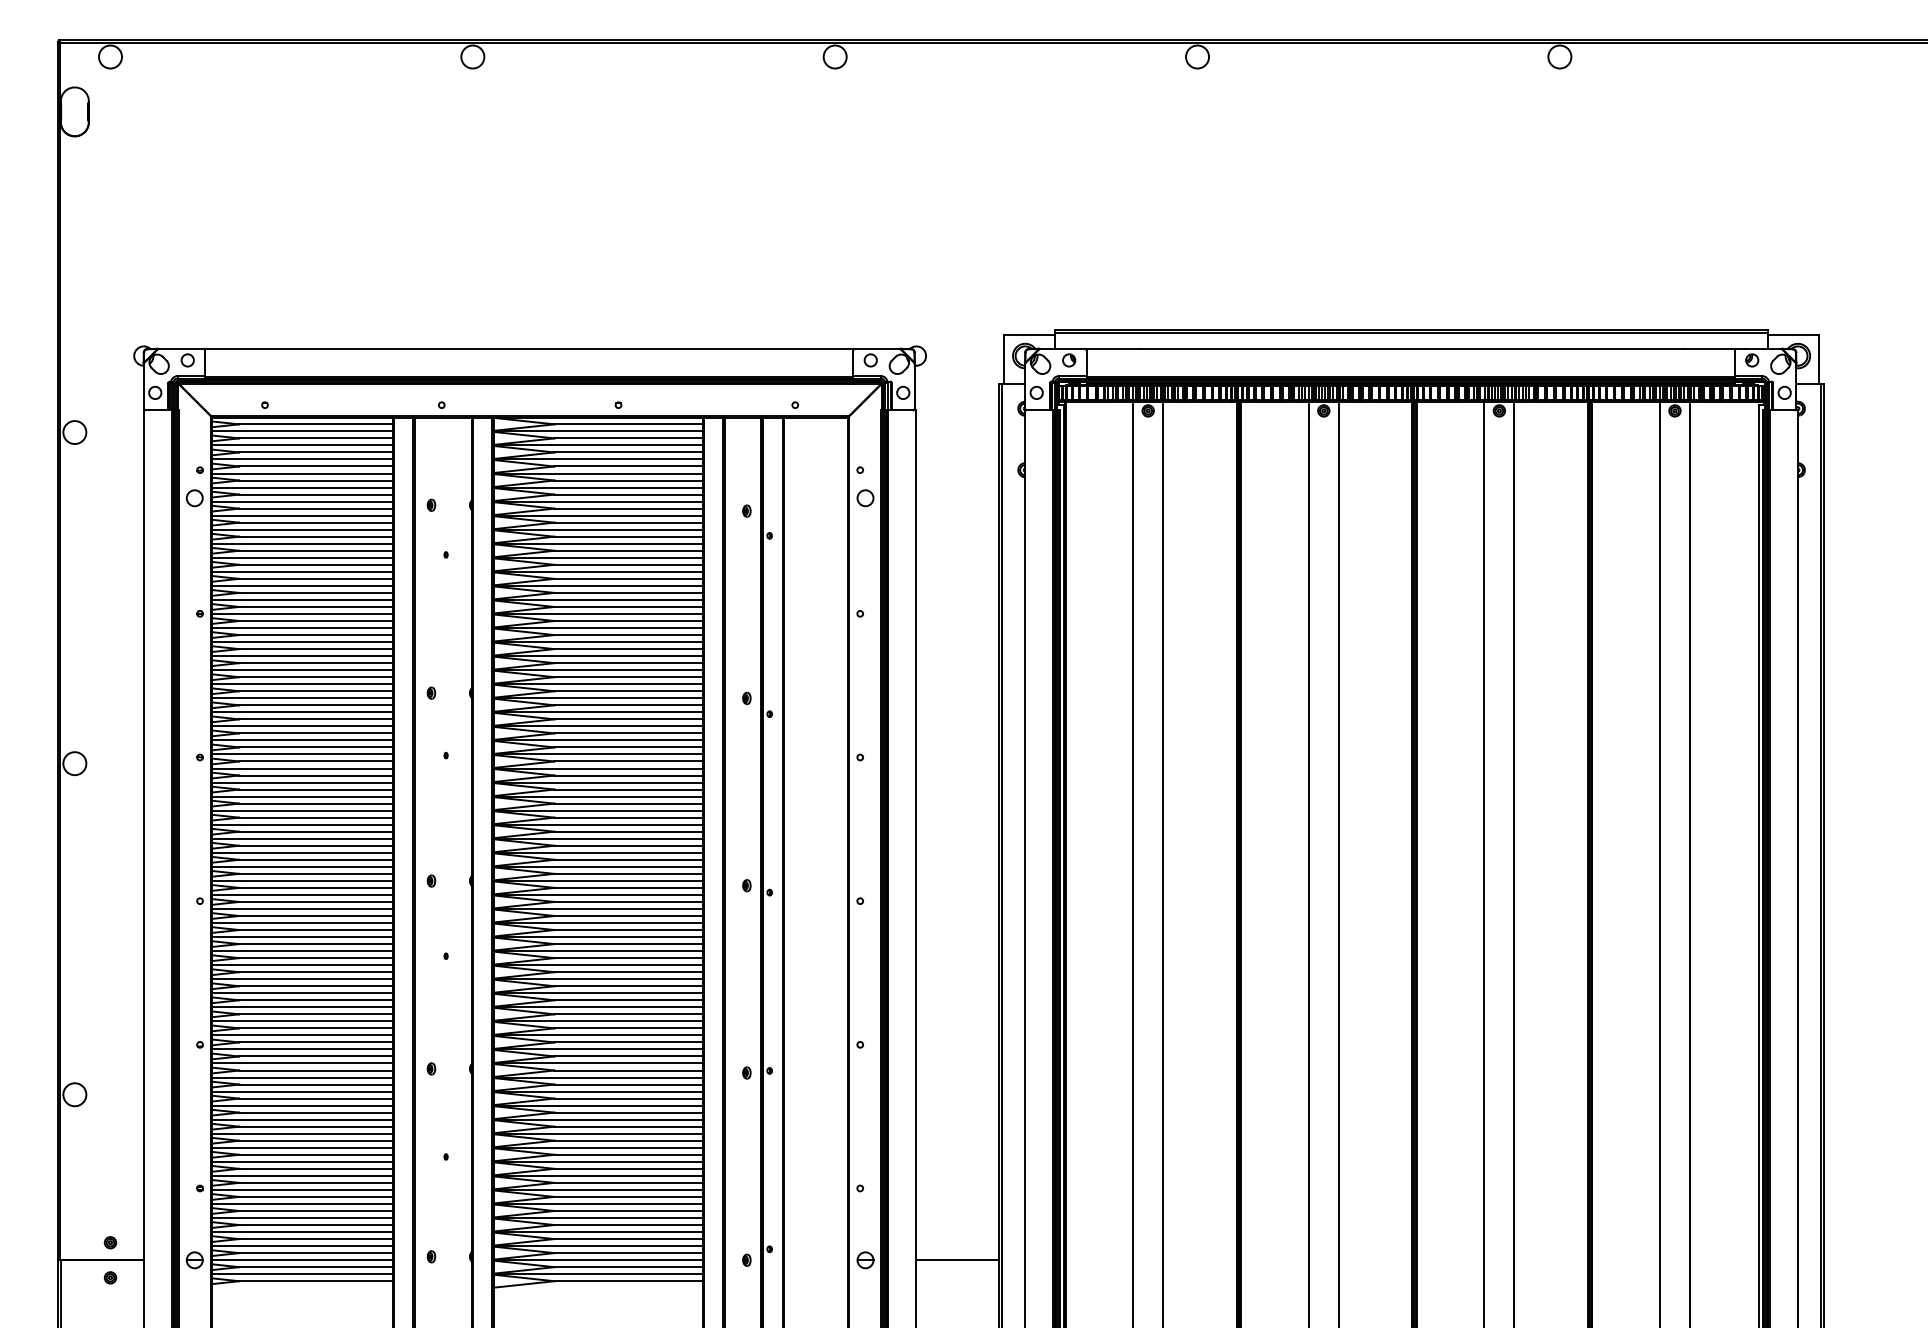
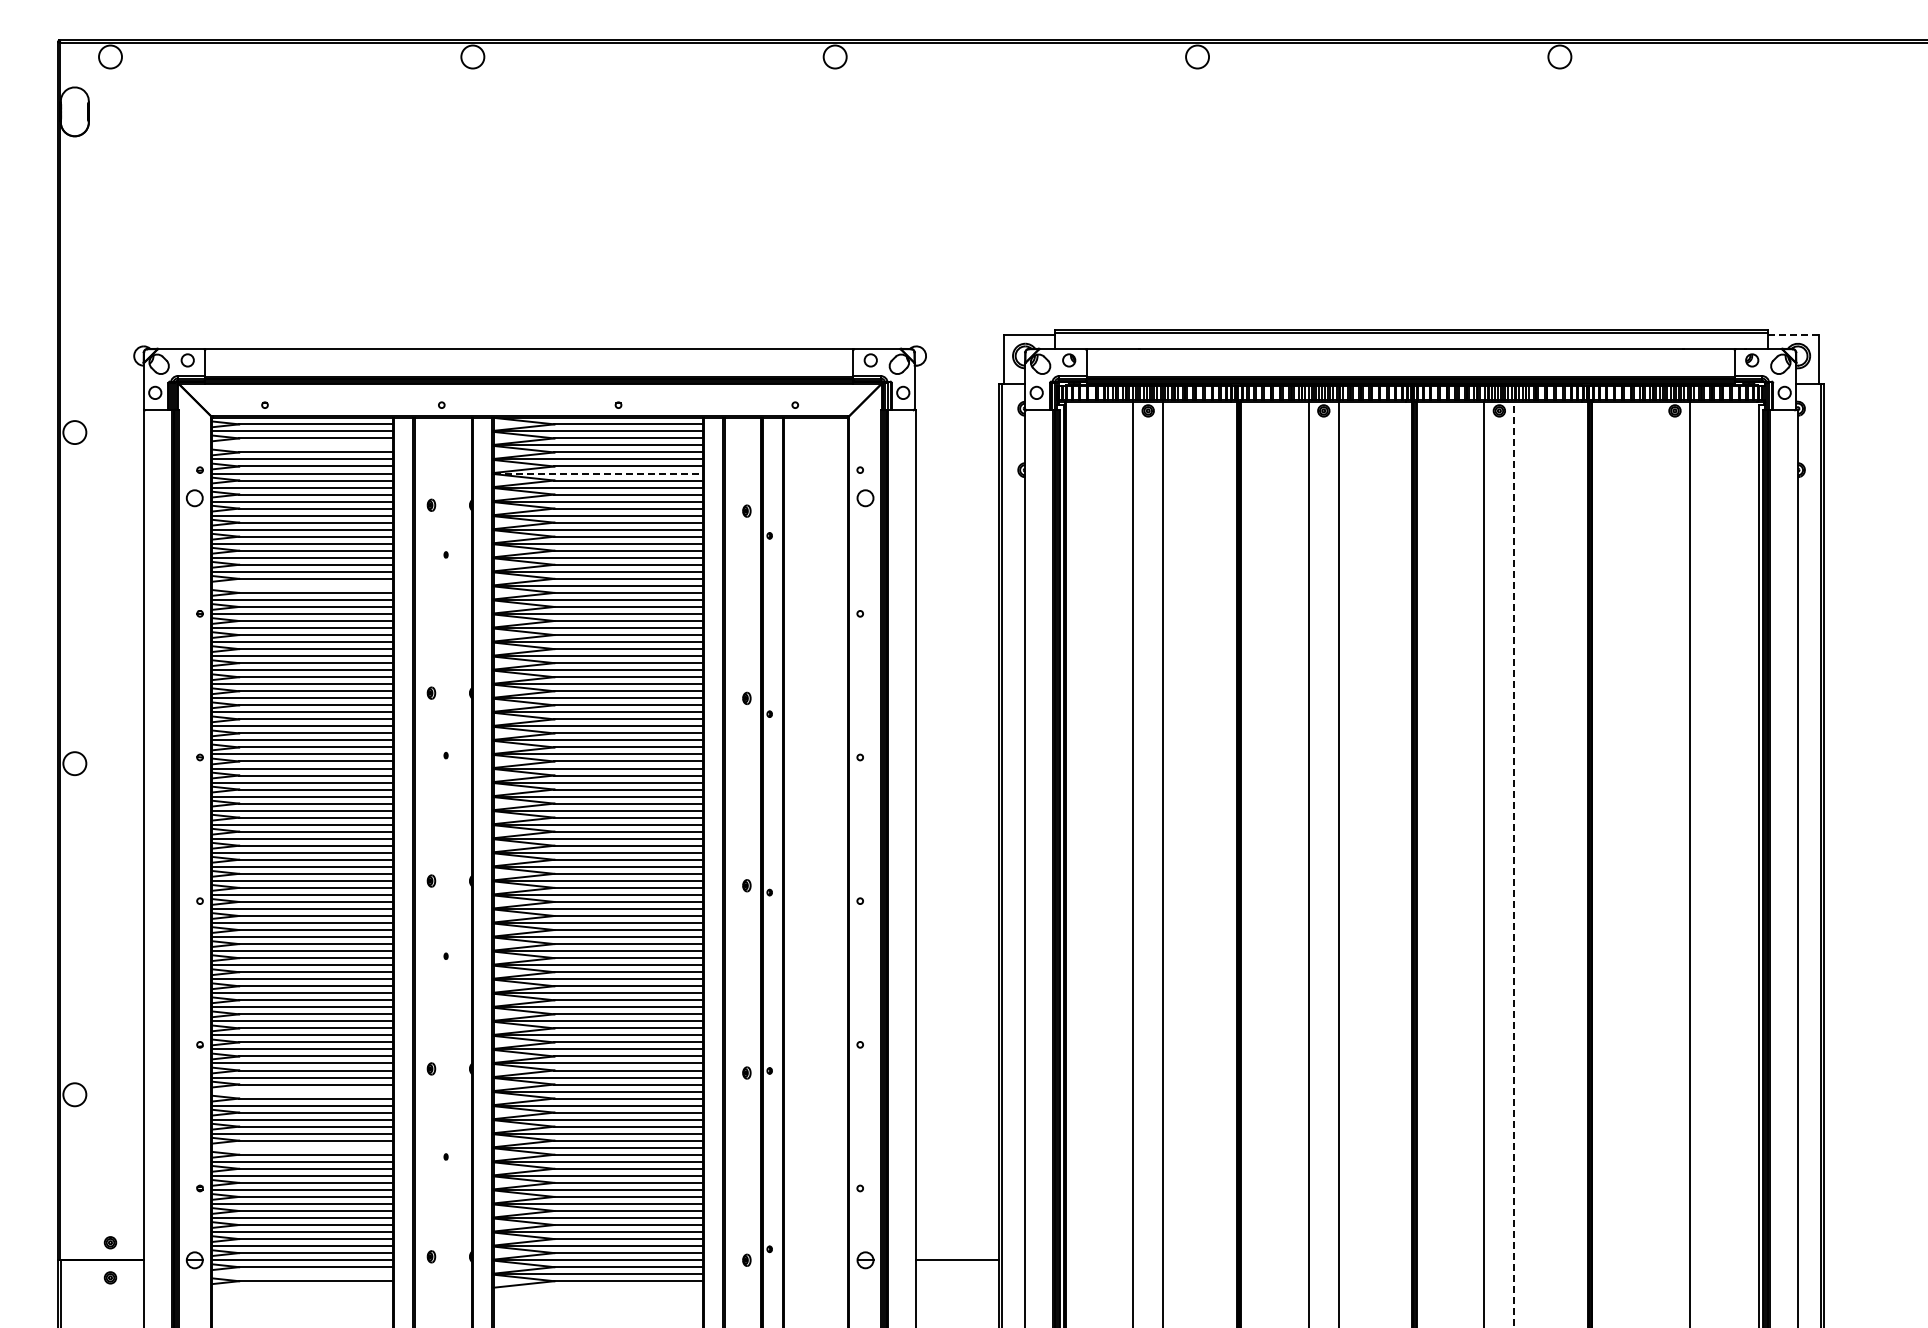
line at (1794, 334): solid -> dashed
line at (302, 445): present -> none
line at (598, 473): solid -> dashed
line at (302, 585): present -> none
line at (1660, 863): present -> none
line at (1514, 865): solid -> dashed
line at (302, 1091): present -> none
line at (302, 1147): present -> none
line at (302, 1274): present -> none
